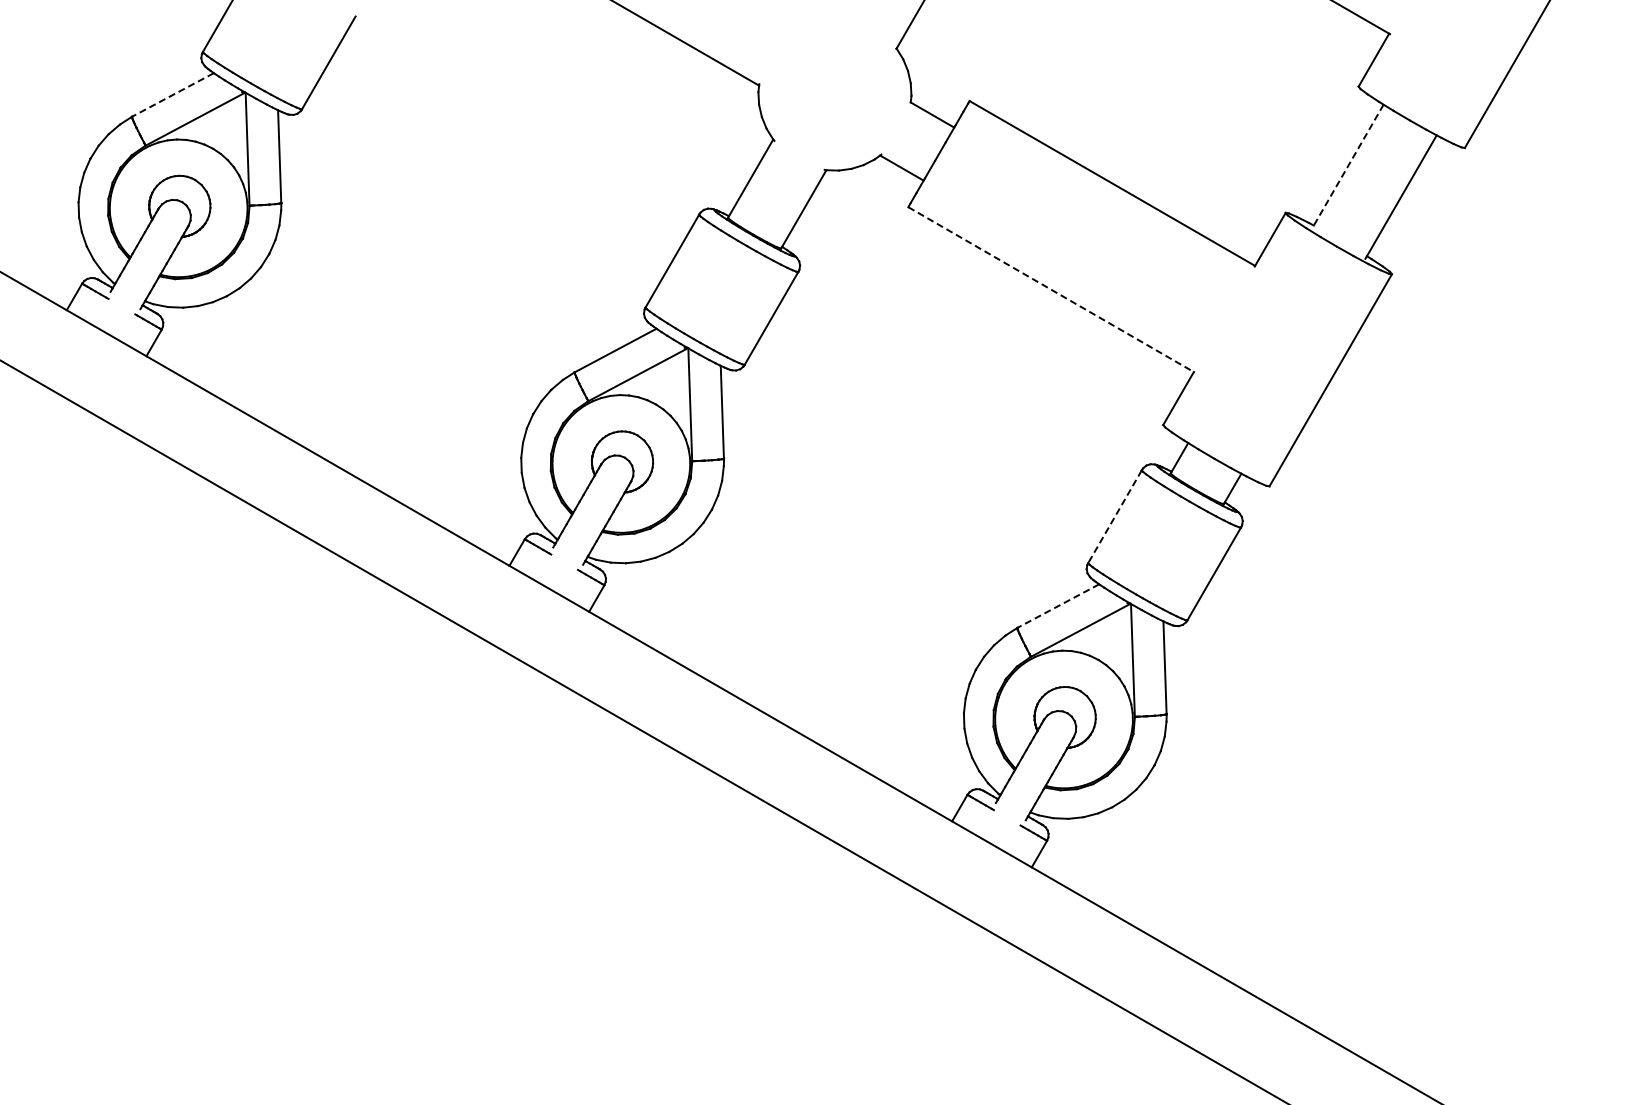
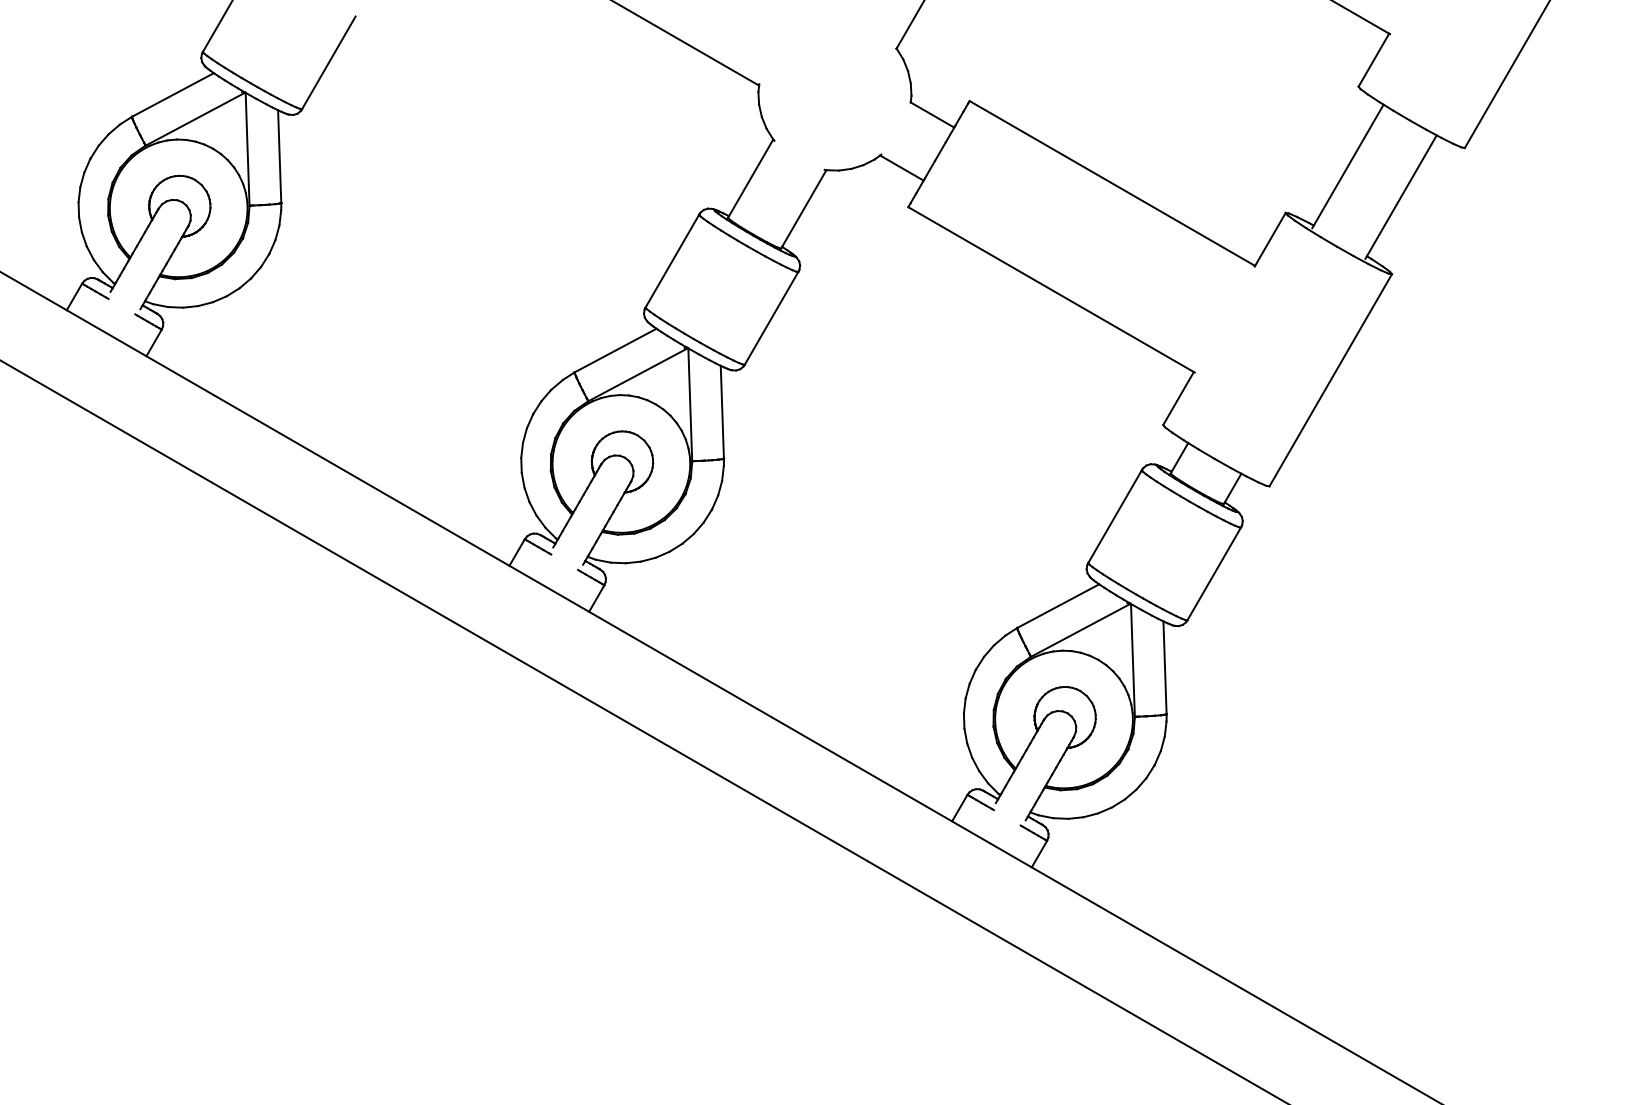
line at (172, 95): dashed -> solid
line at (1347, 166): dashed -> solid
line at (1051, 290): dashed -> solid
line at (1114, 516): dashed -> solid
line at (1057, 606): dashed -> solid
